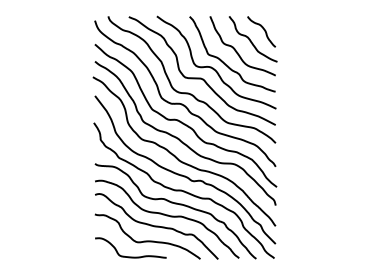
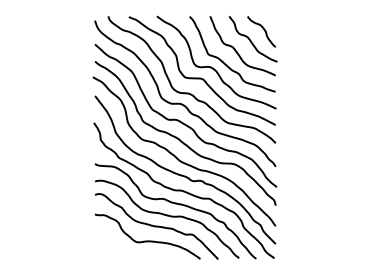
curve at (130, 256): present -> none
